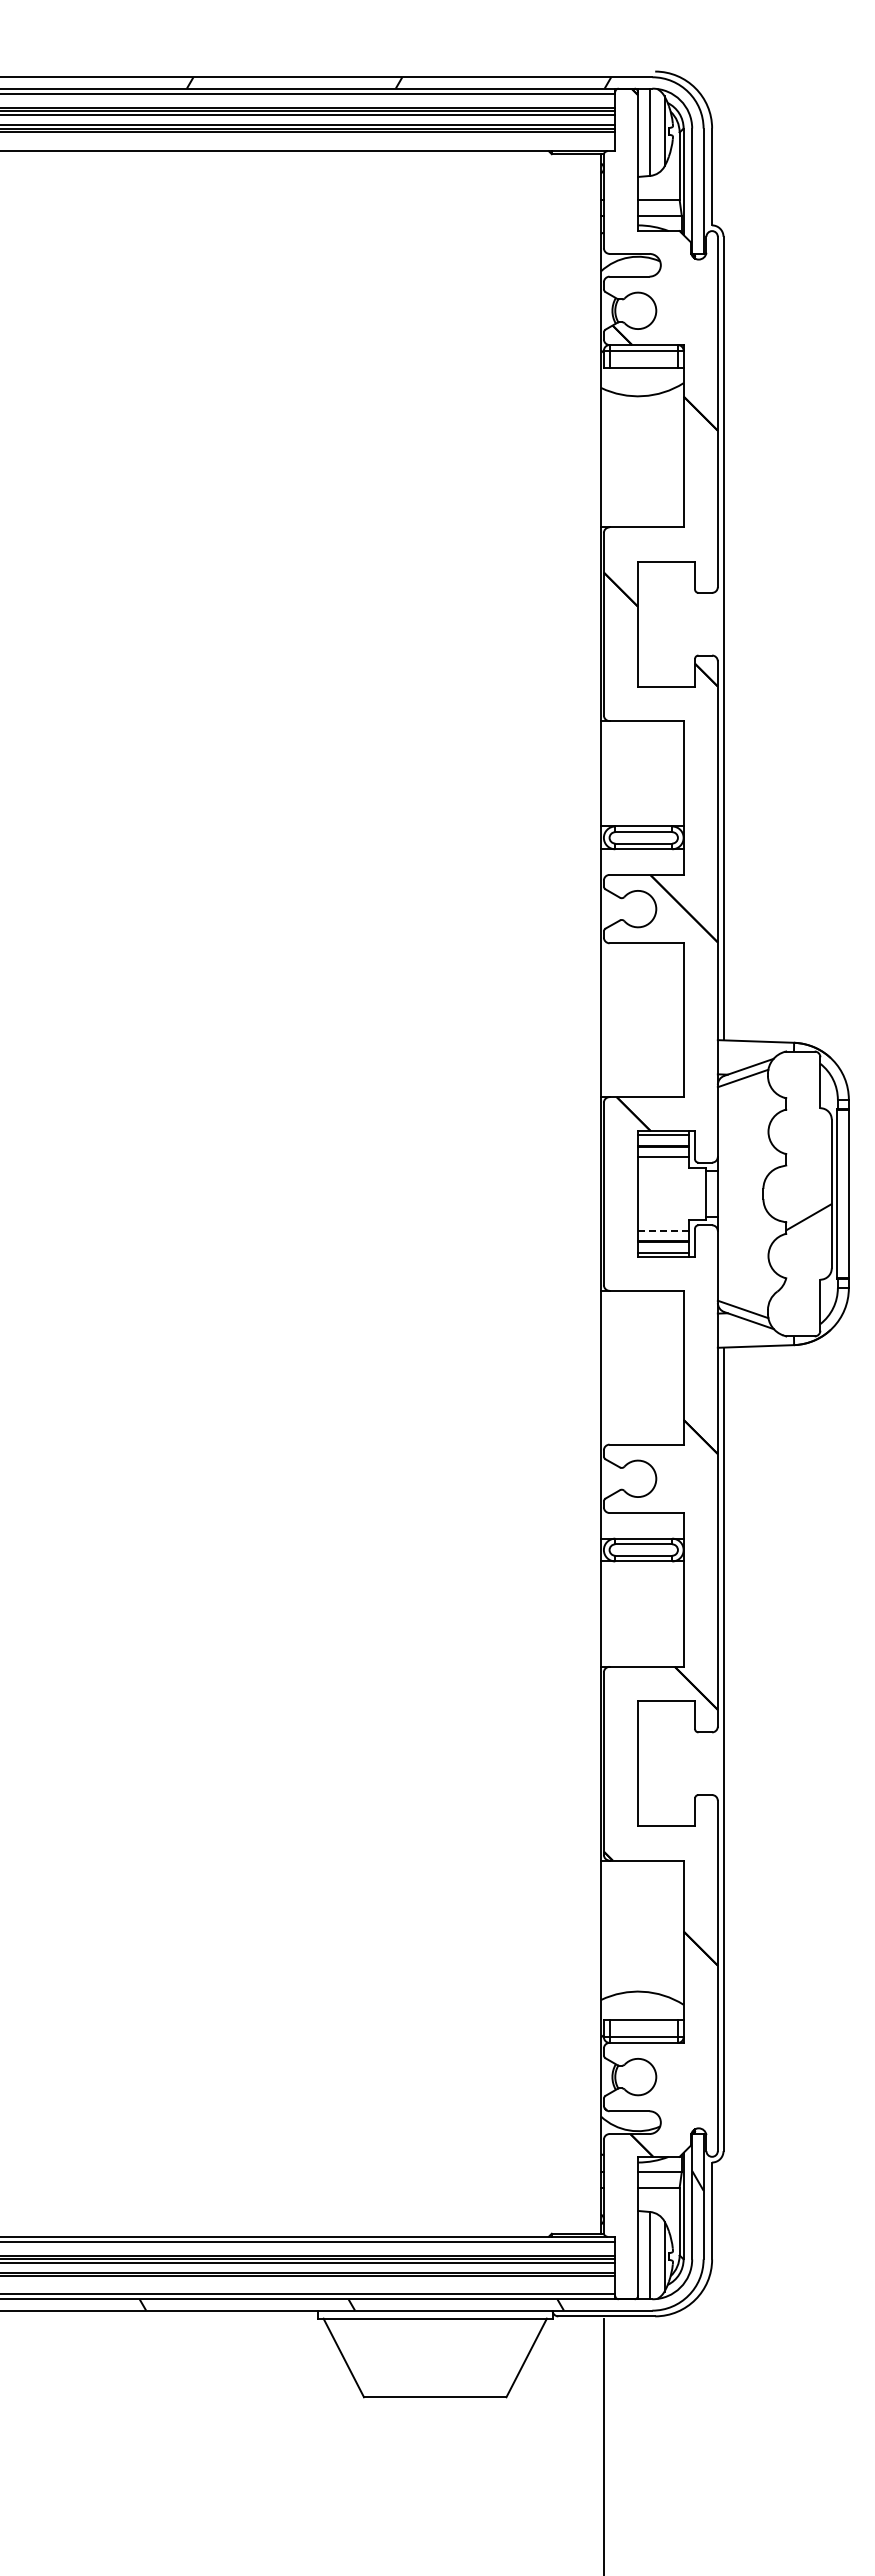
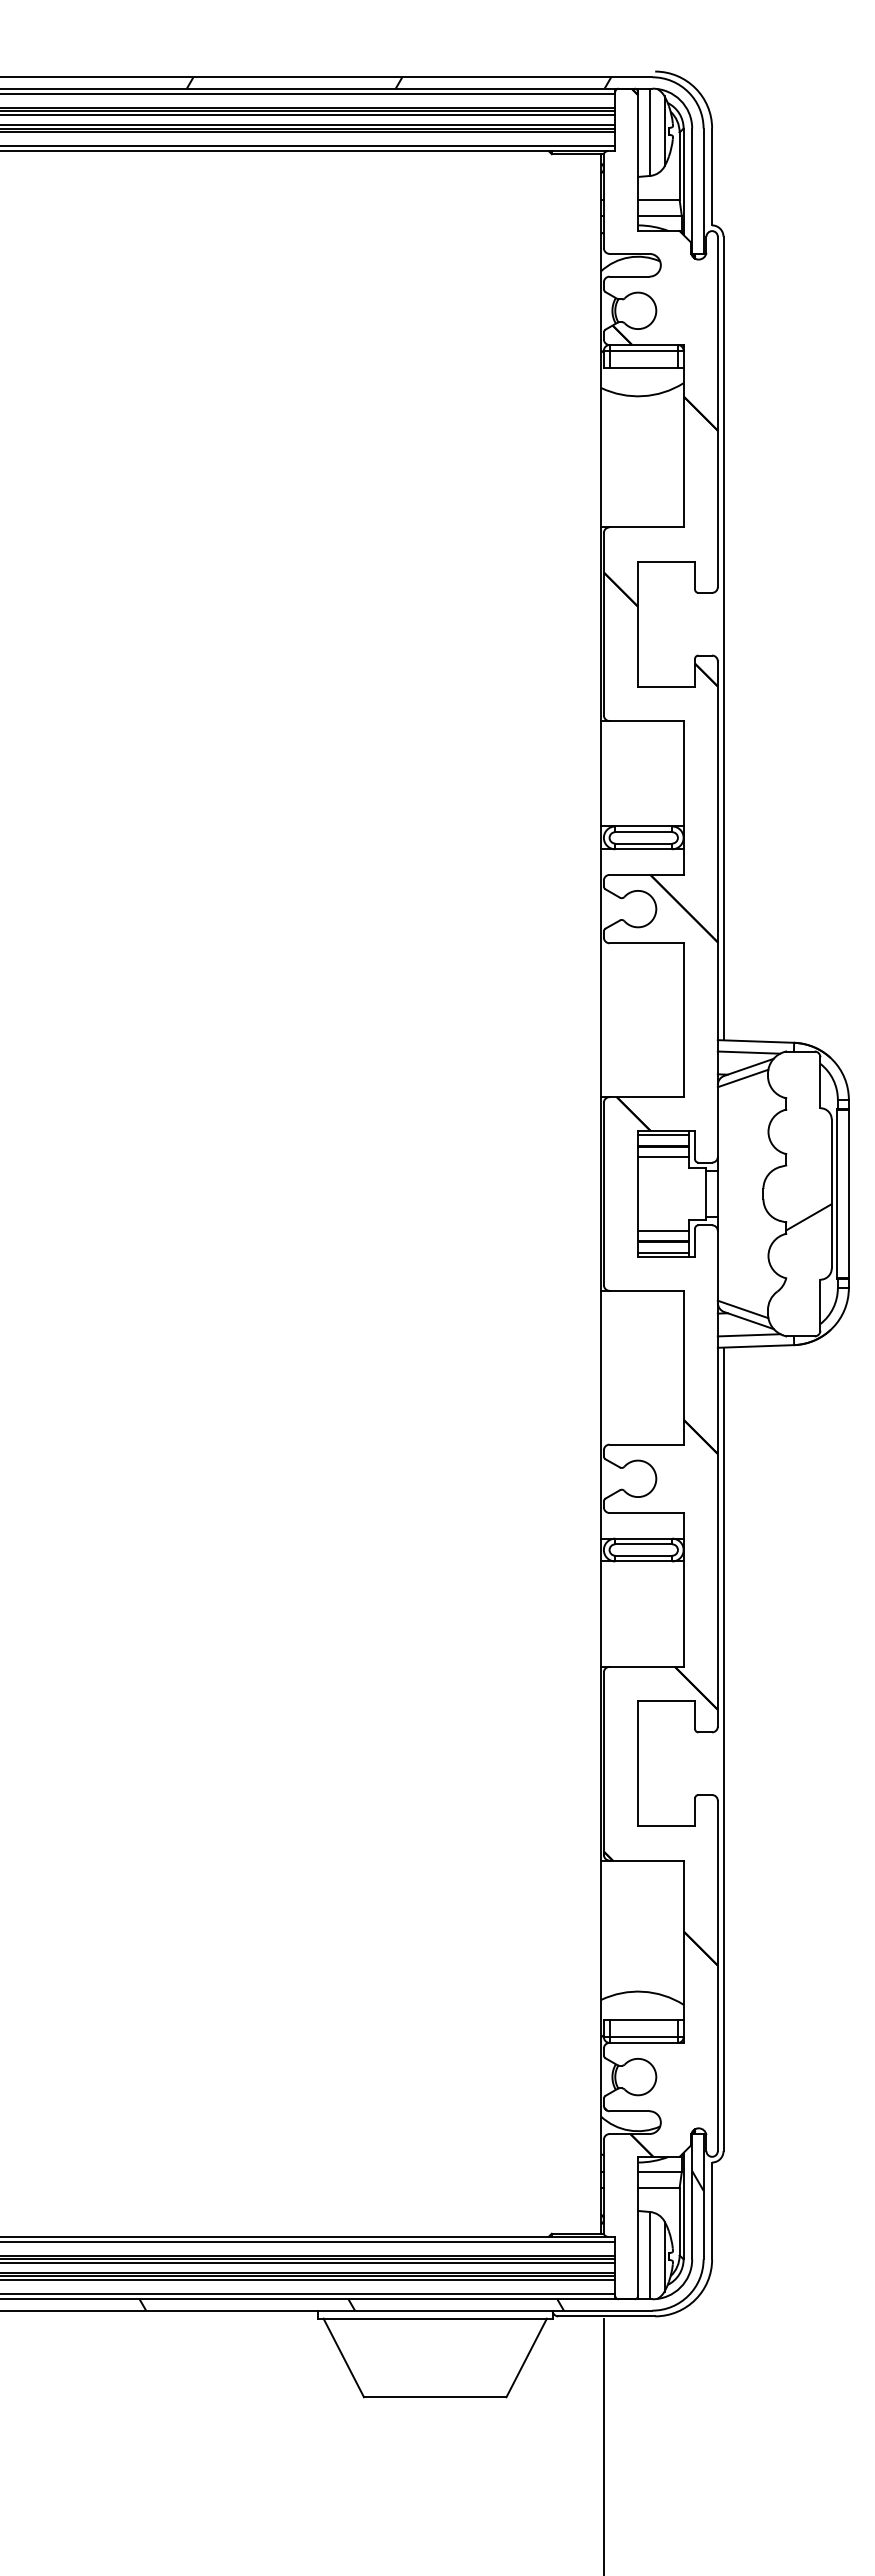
line at (308, 145): none -> present
line at (748, 1052): none -> present
line at (663, 1231): dashed -> solid
line at (748, 1335): none -> present
line at (308, 2279): none -> present
